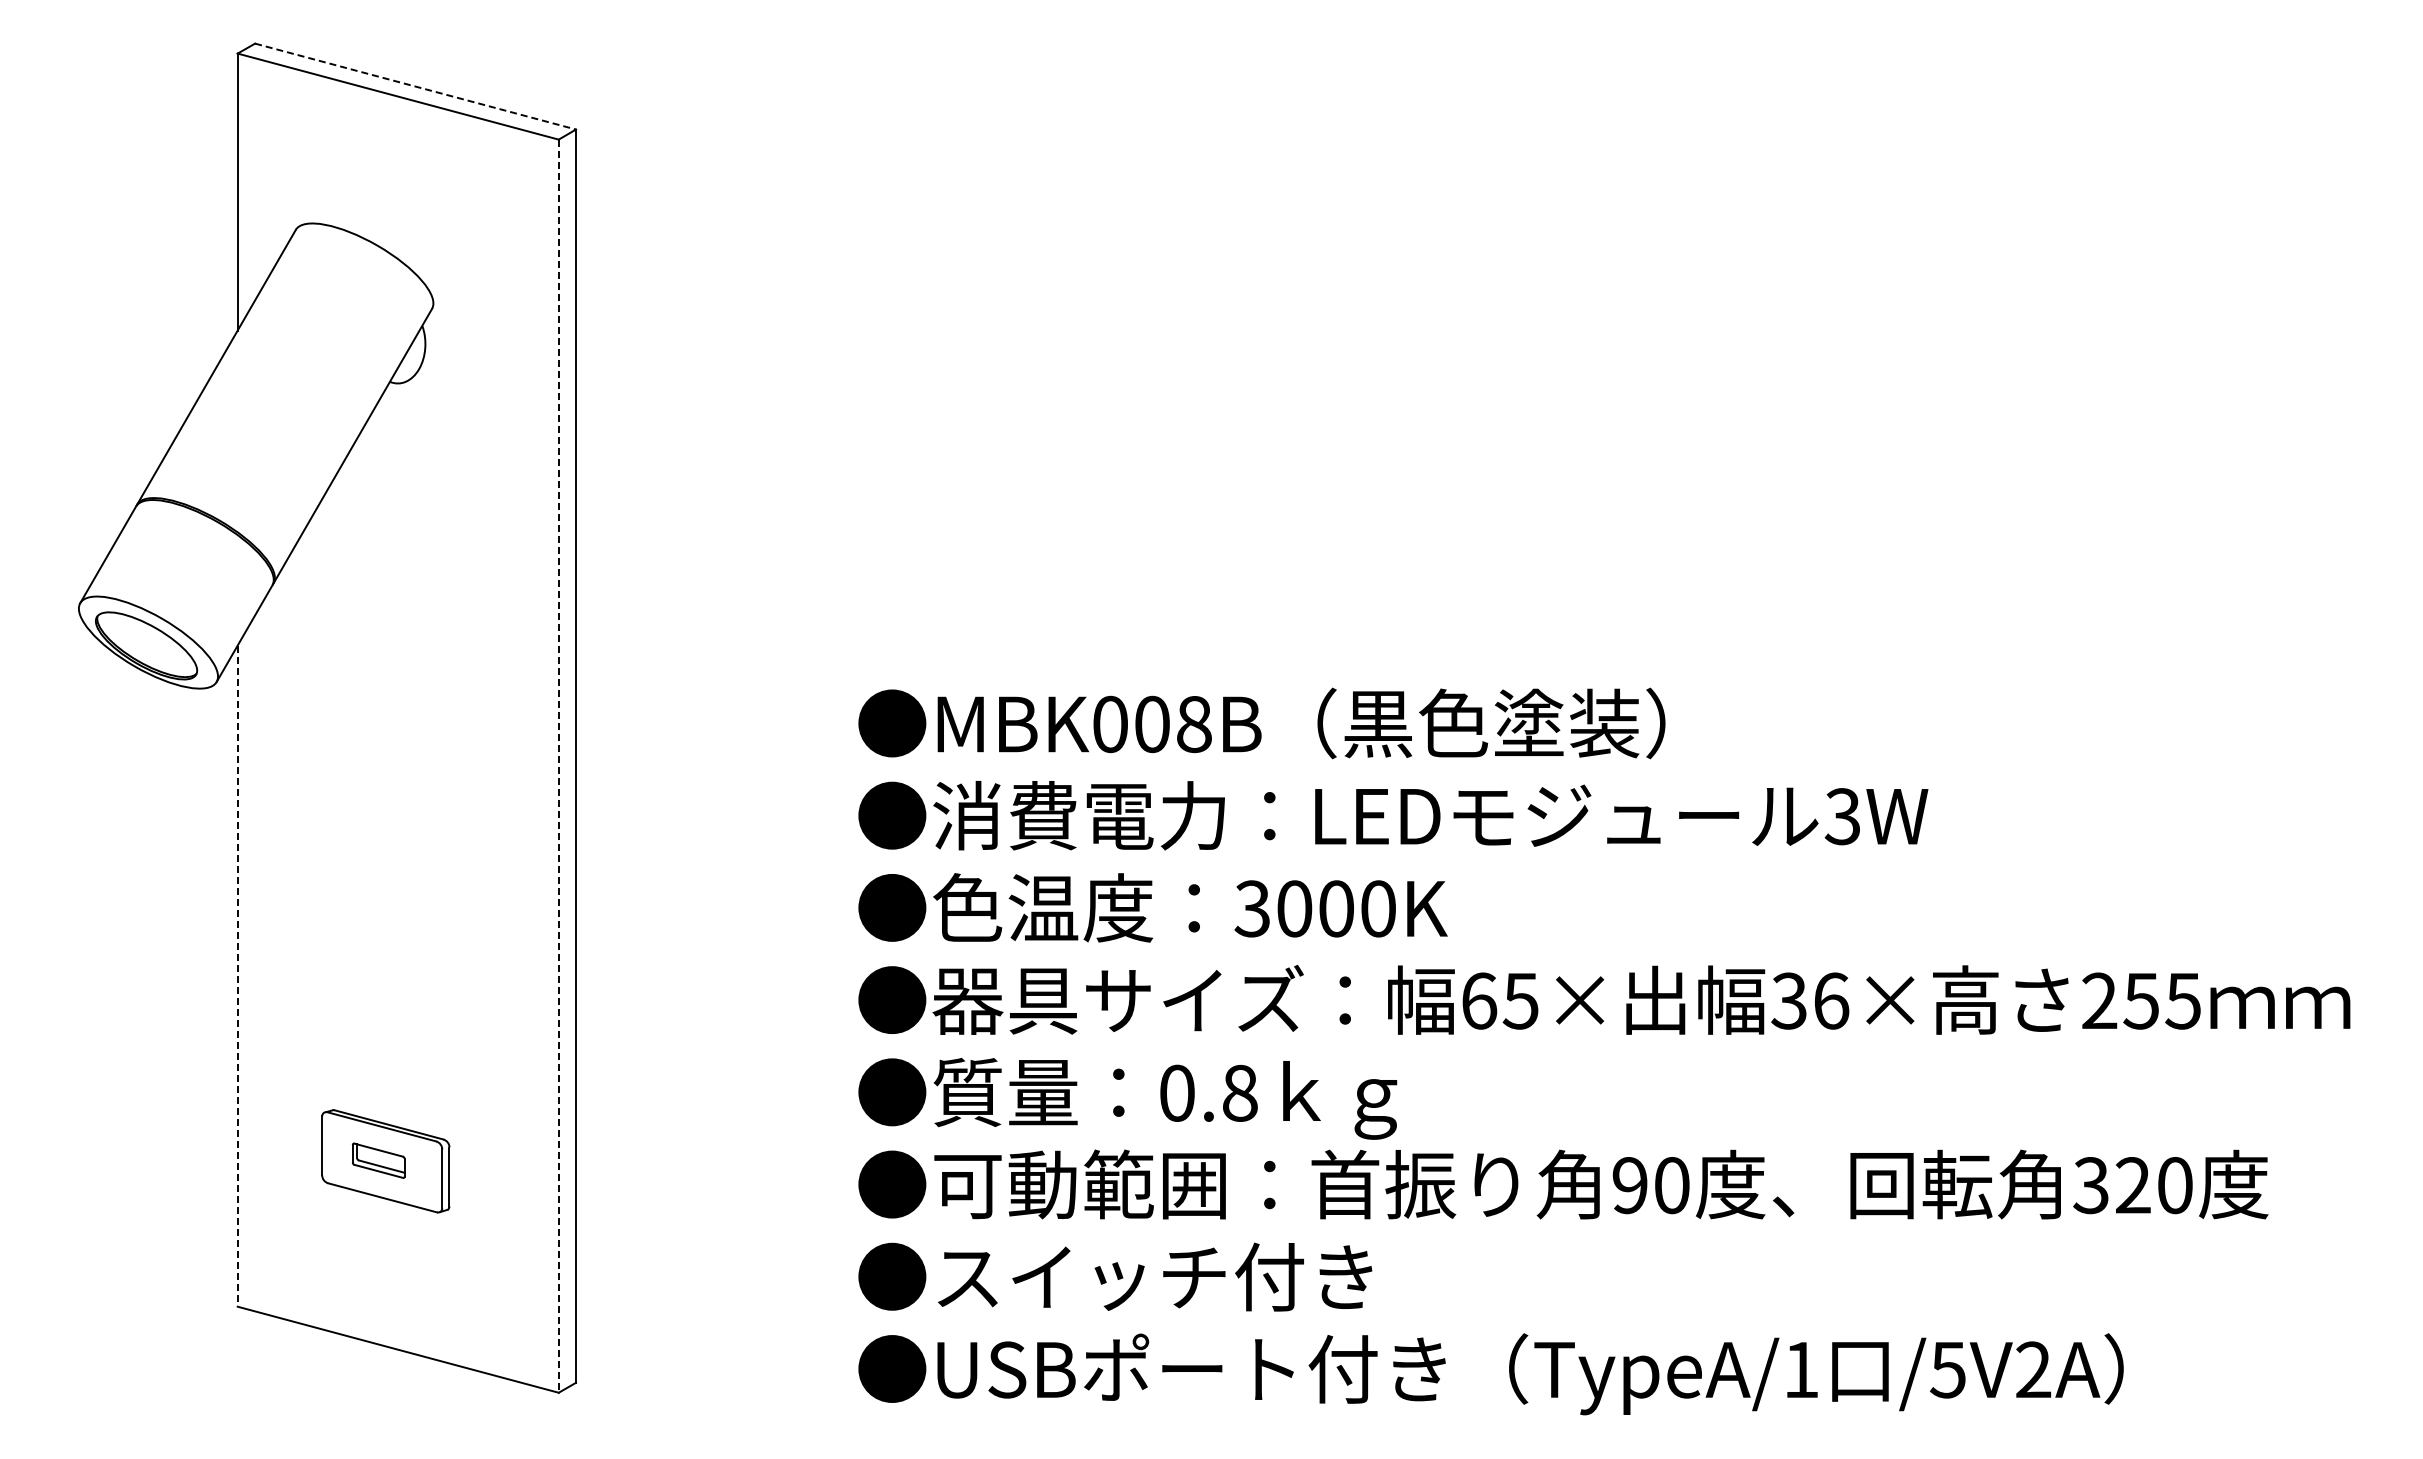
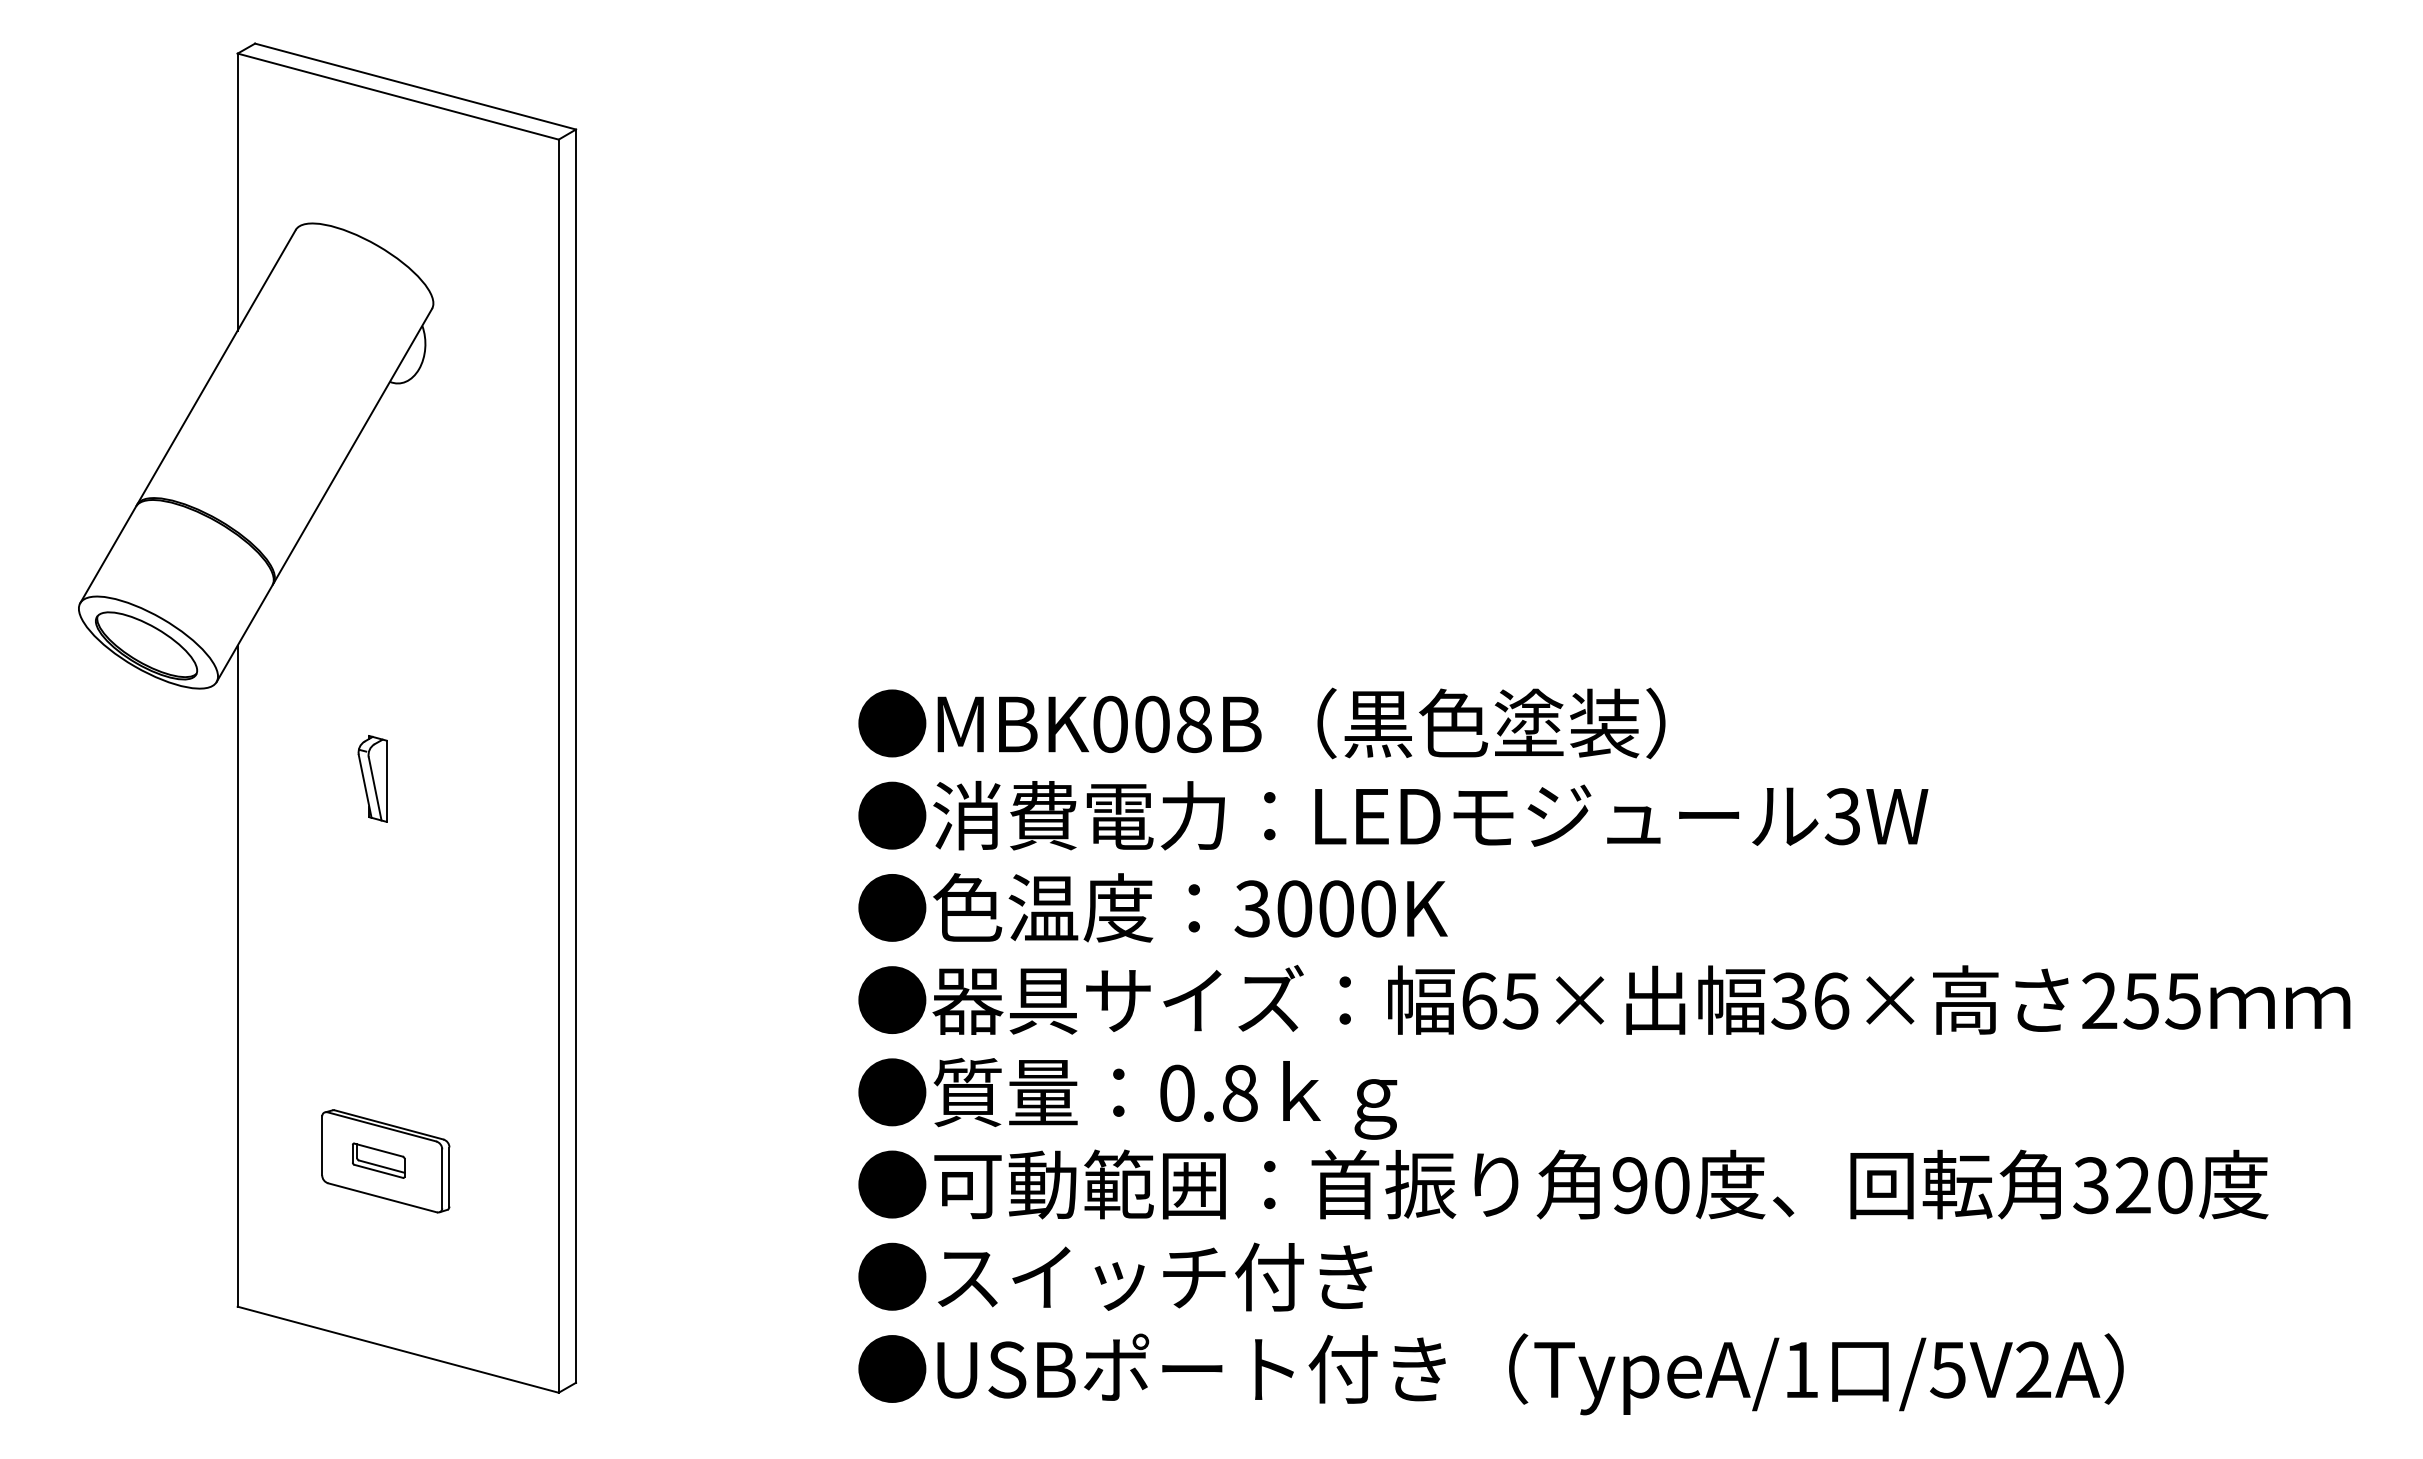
line at (416, 86): dashed -> solid
line at (558, 766): dashed -> solid
part at (372, 778): none -> present
line at (237, 976): dashed -> solid
